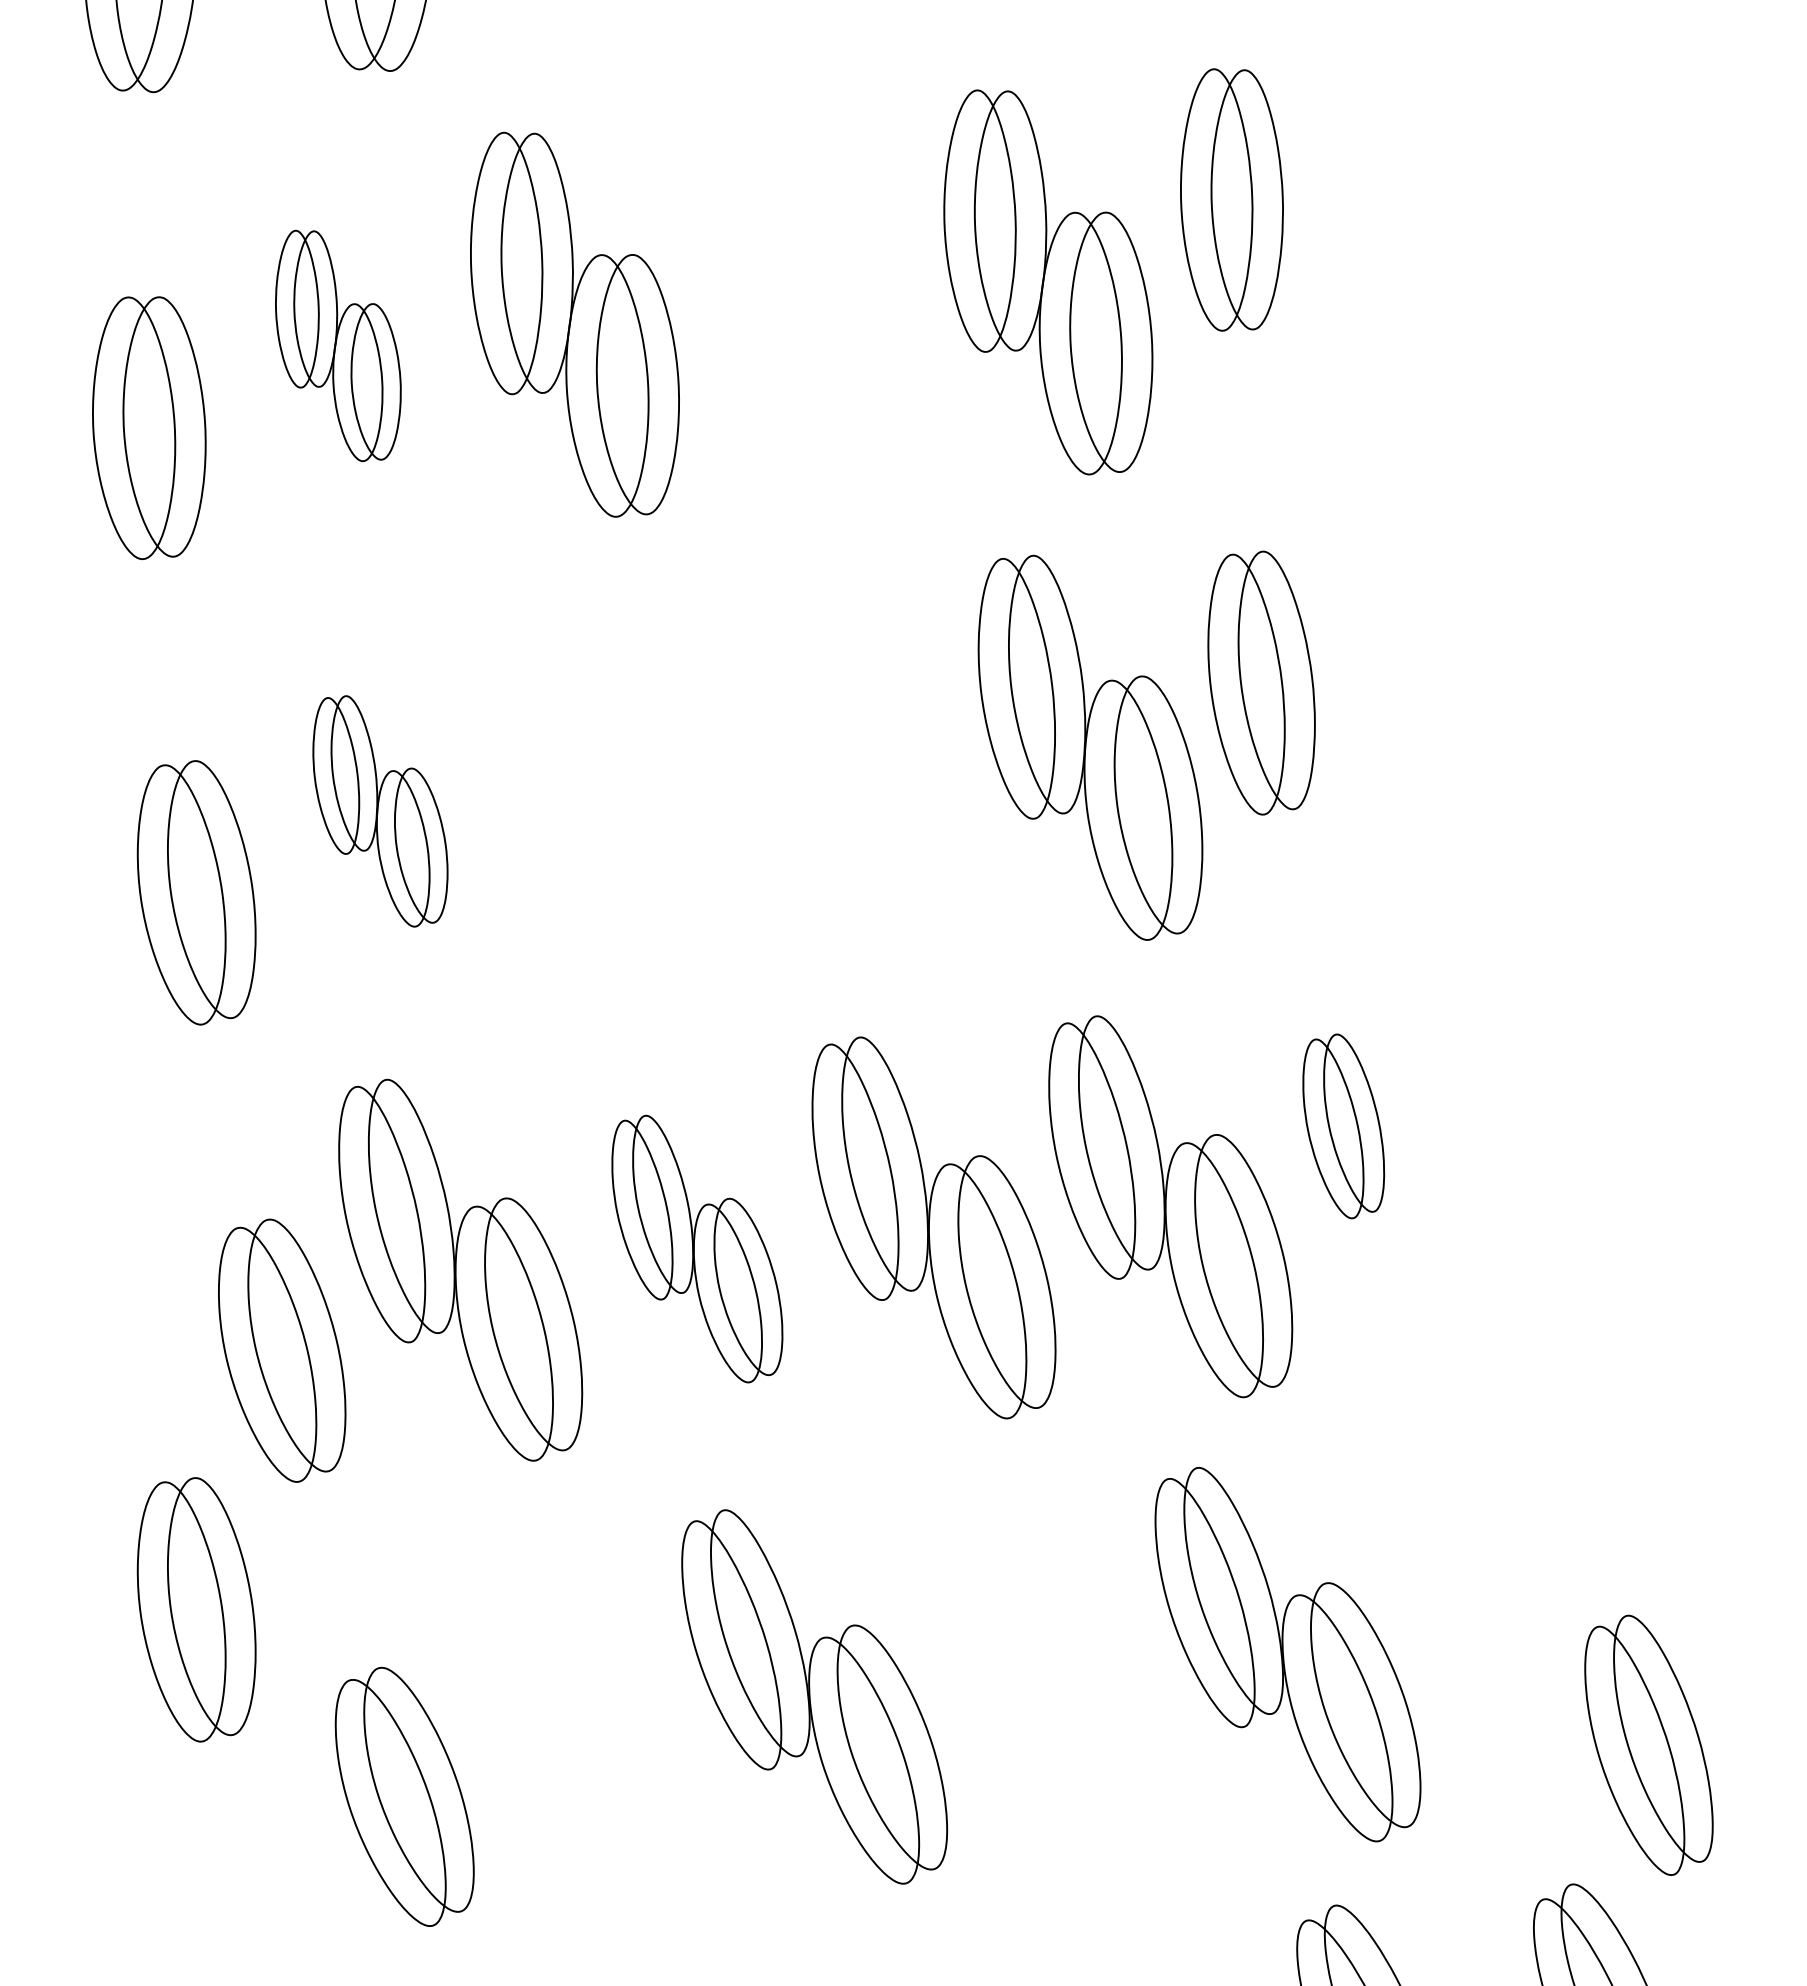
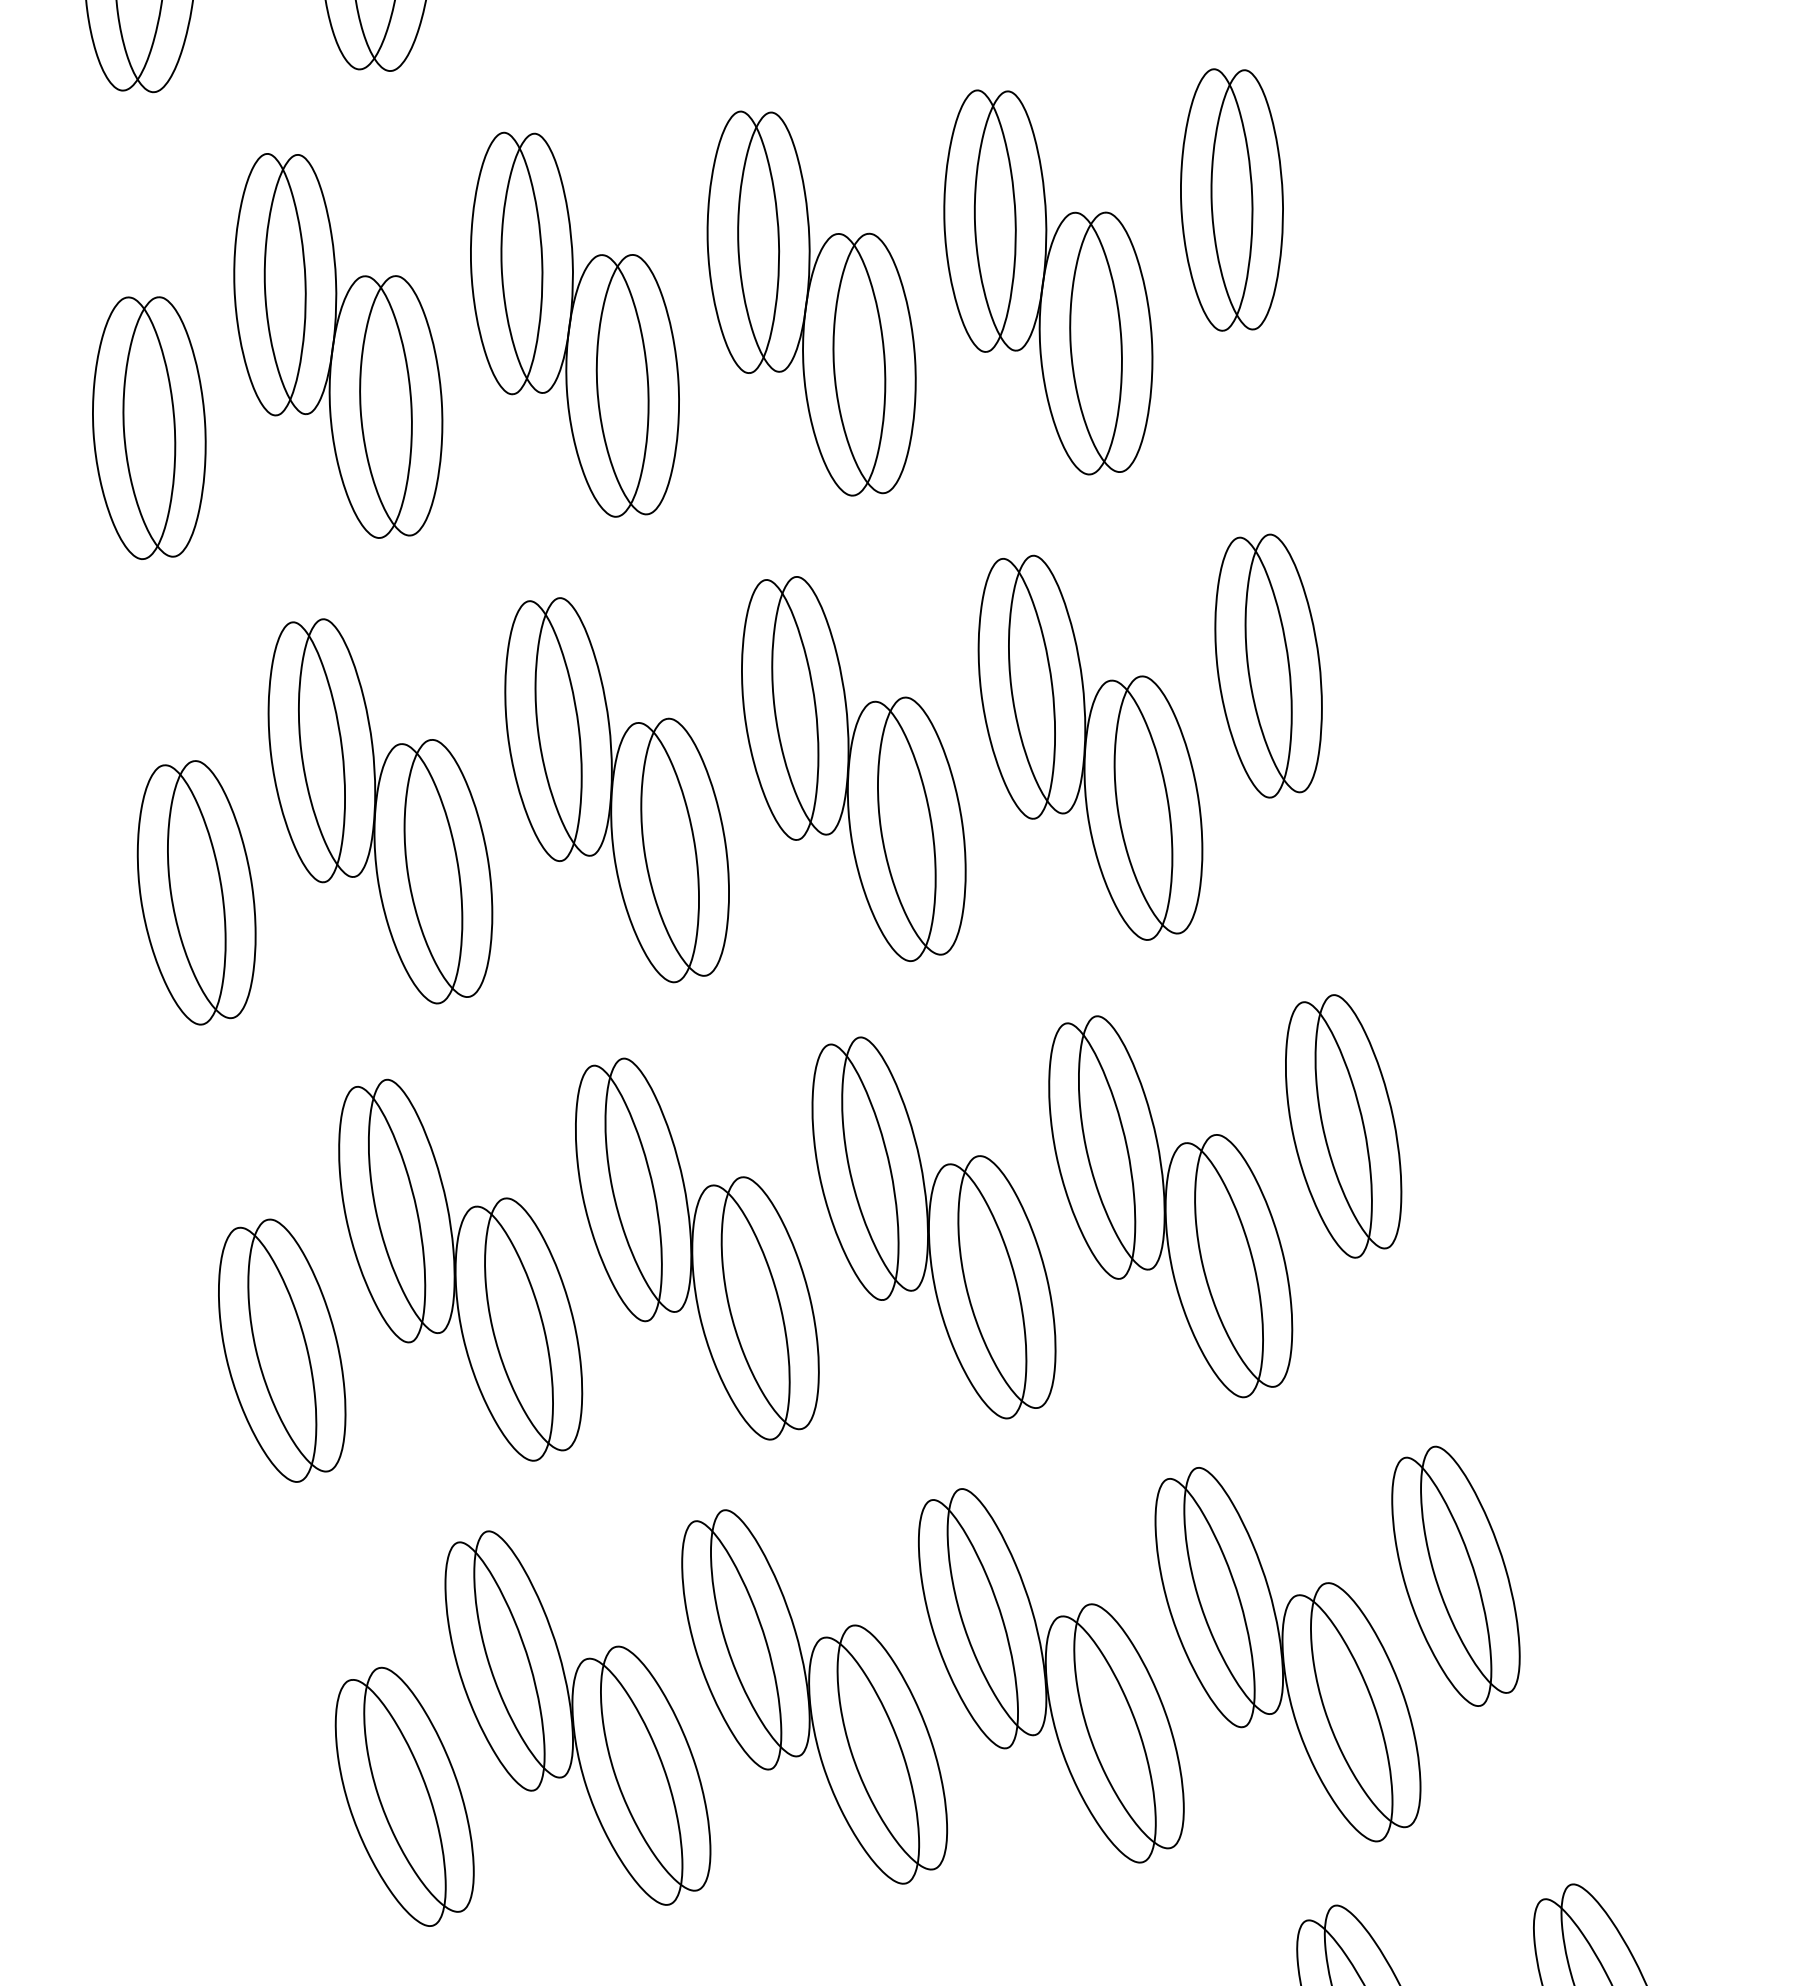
part at (811, 303): none -> present
part at (338, 345) size: 127x234 px -> 211x386 px
part at (1261, 682) position: (1261, 682) -> (1268, 665)
part at (853, 768): none -> present
part at (616, 790): none -> present
part at (380, 811) size: 137x233 px -> 227x387 px
part at (1343, 1126) size: 84x187 px -> 118x265 px
part at (697, 1248) size: 173x270 px -> 245x384 px
part at (196, 1609): present -> none
part at (1051, 1675): none -> present
part at (577, 1717): none -> present
part at (1648, 1744) position: (1648, 1744) -> (1455, 1575)
